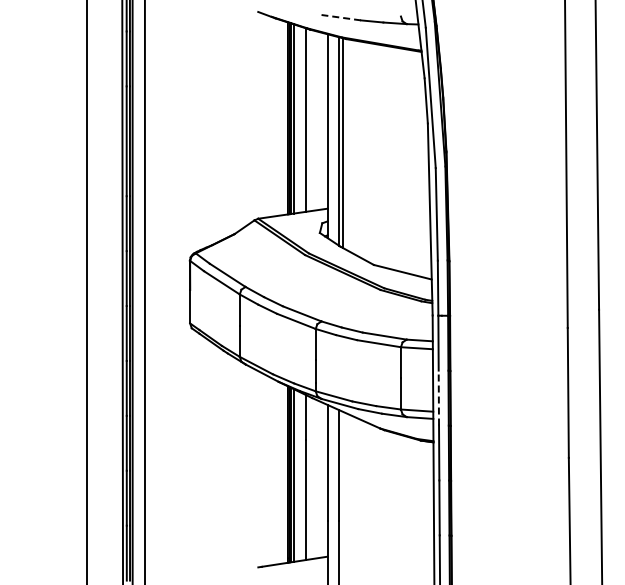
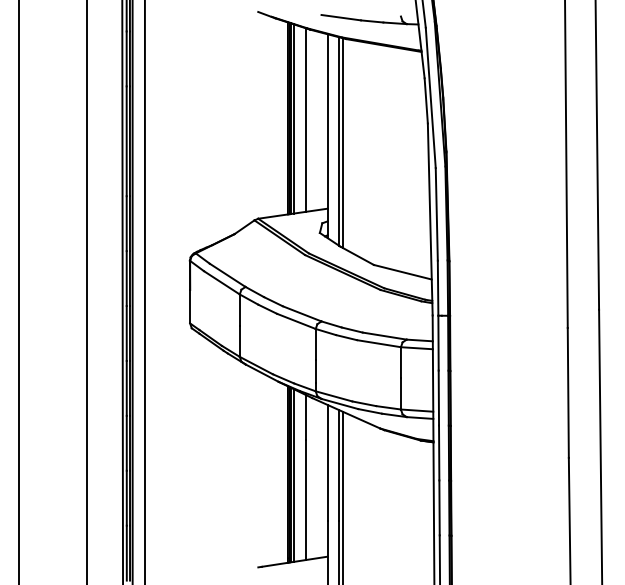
line at (341, 17): dashed -> solid
line at (18, 291): none -> present
line at (438, 397): dashed -> solid
line at (342, 496): none -> present
